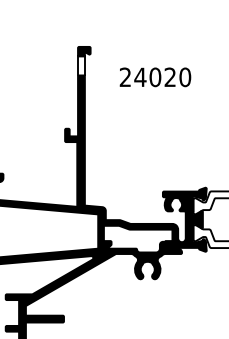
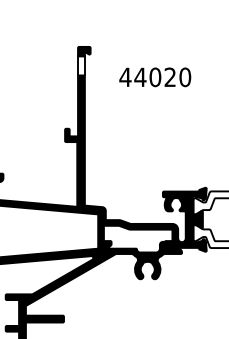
text at (125, 76): 24020 -> 44020
